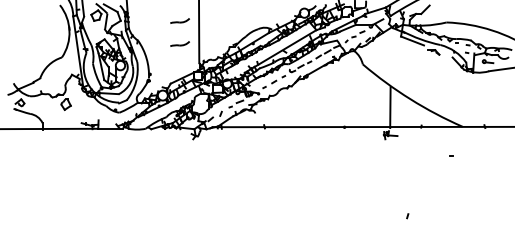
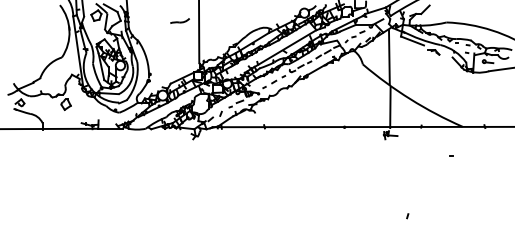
part at (179, 43): present -> none
line at (388, 57): none -> present
